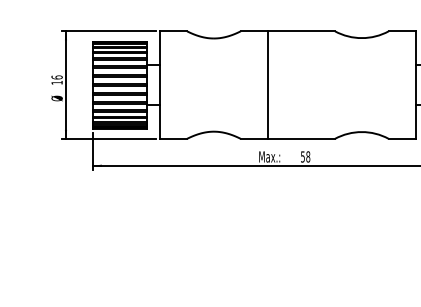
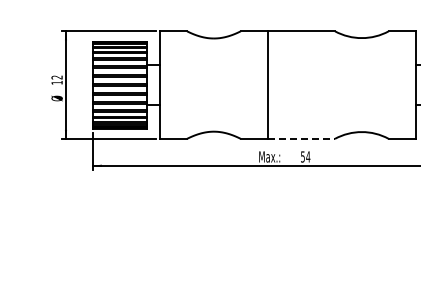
text at (56, 77): 16 -> 12
line at (301, 138): solid -> dashed
text at (308, 156): 58 -> 54
